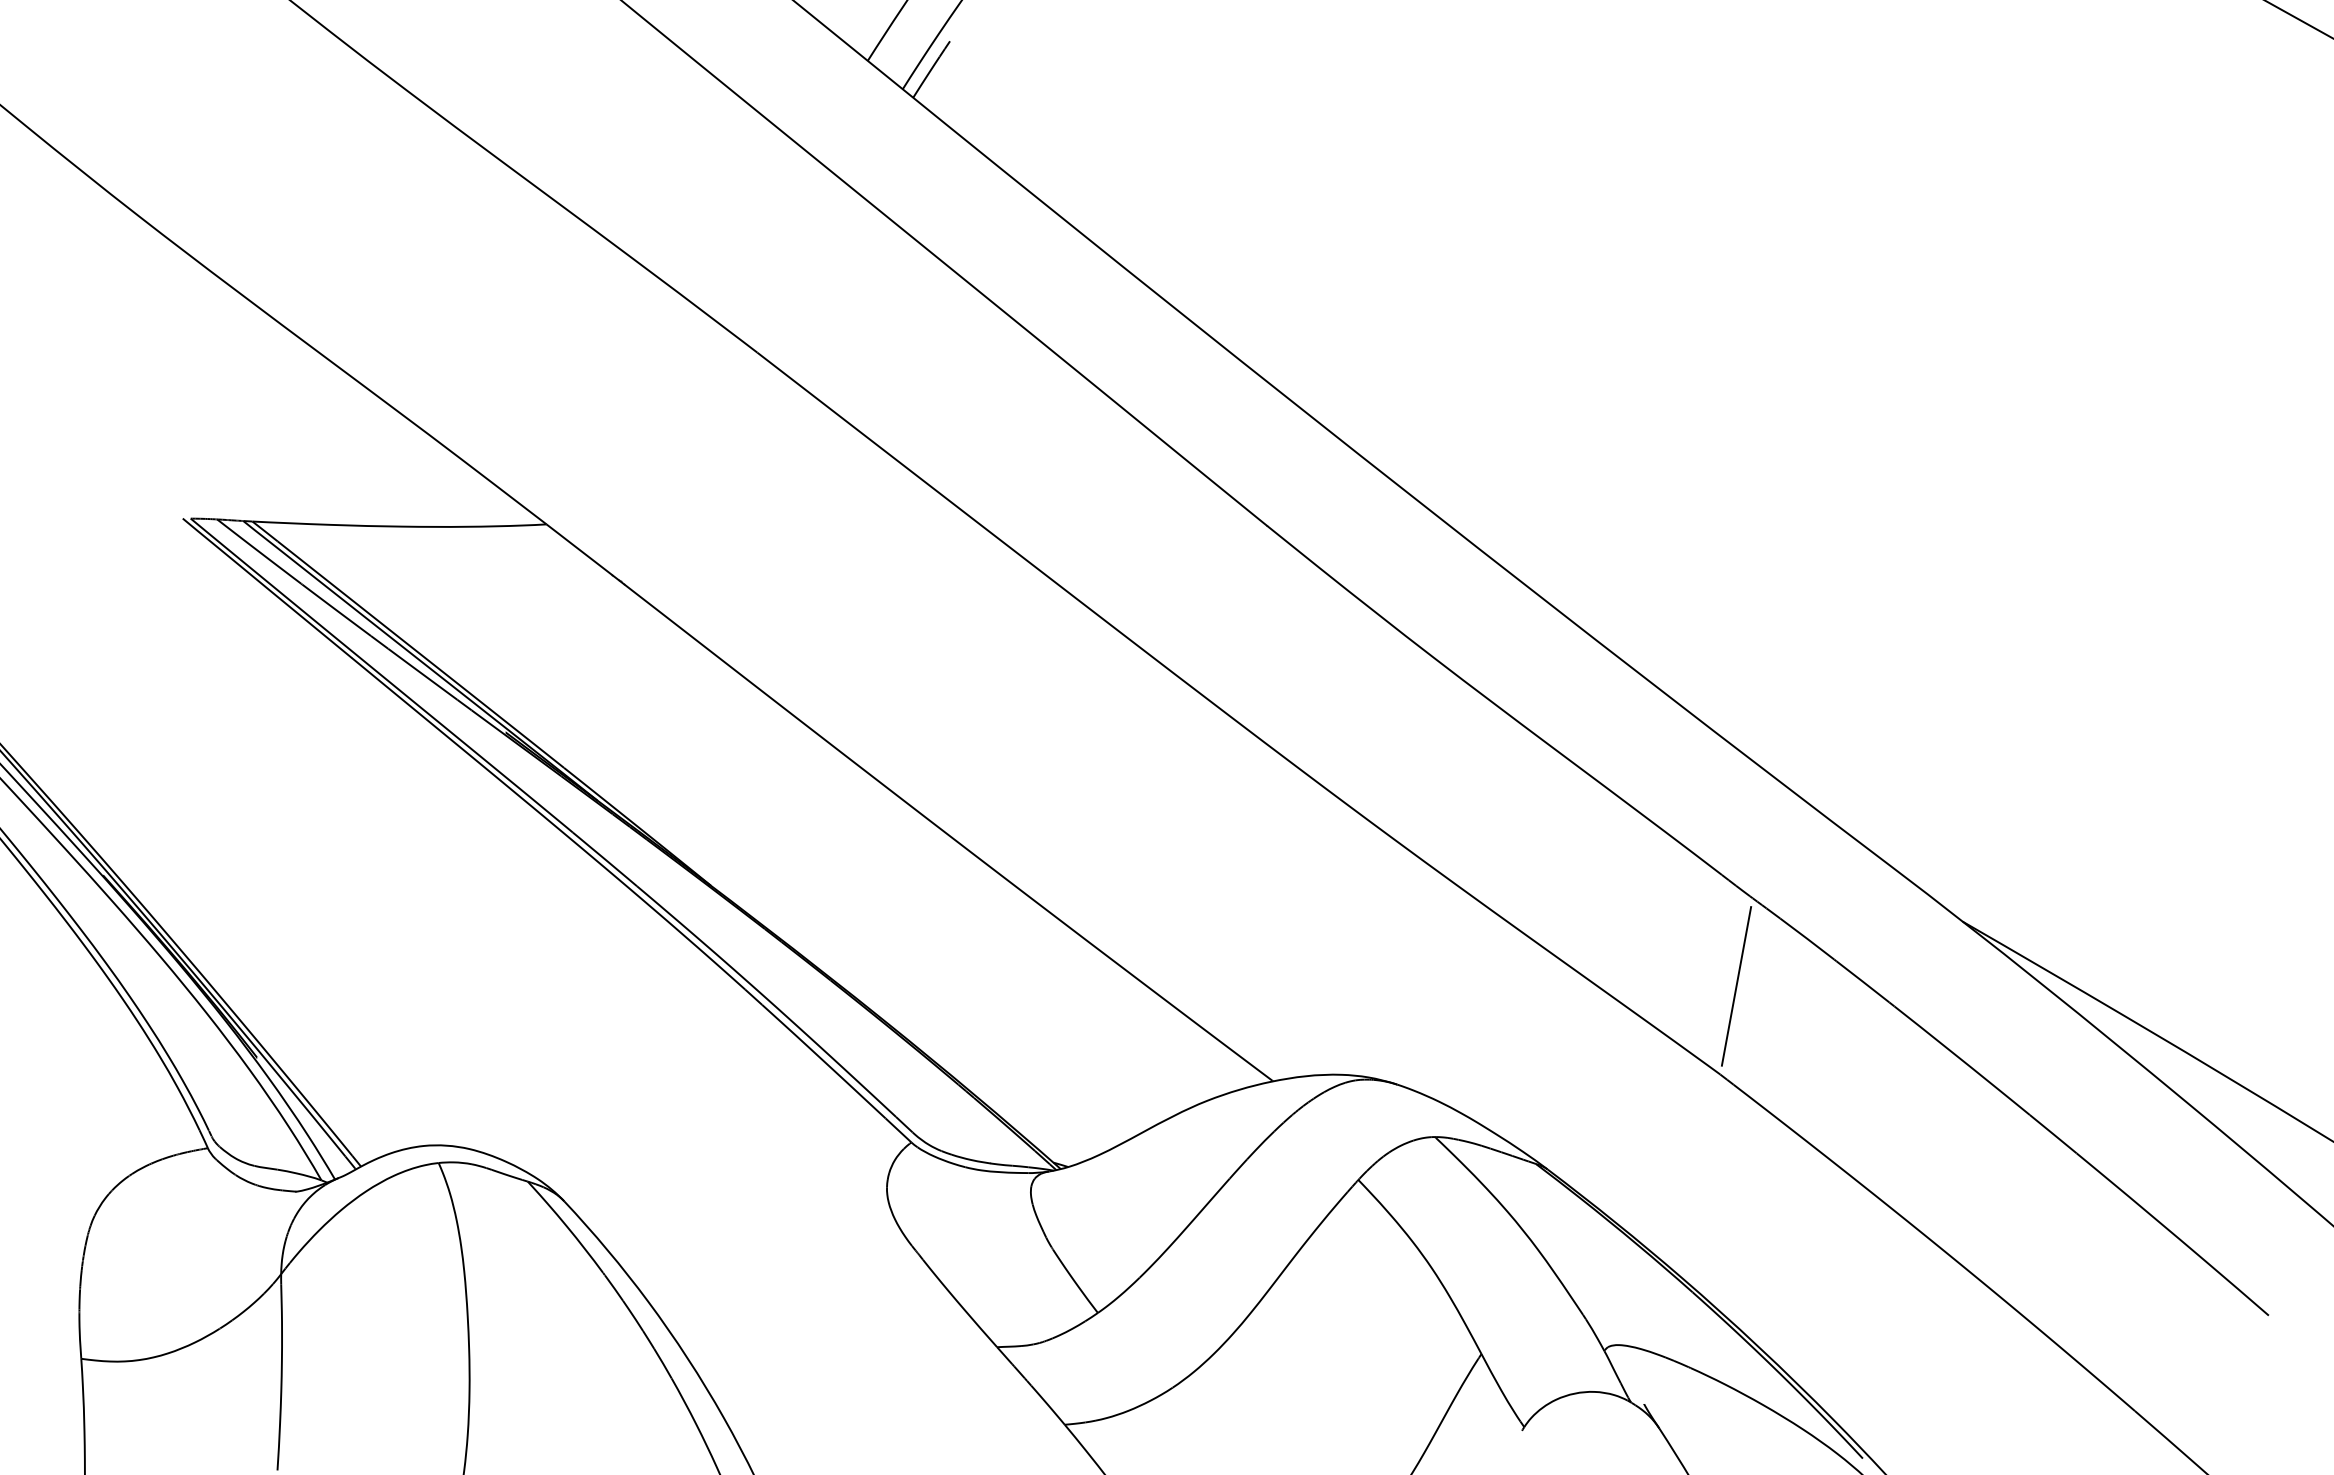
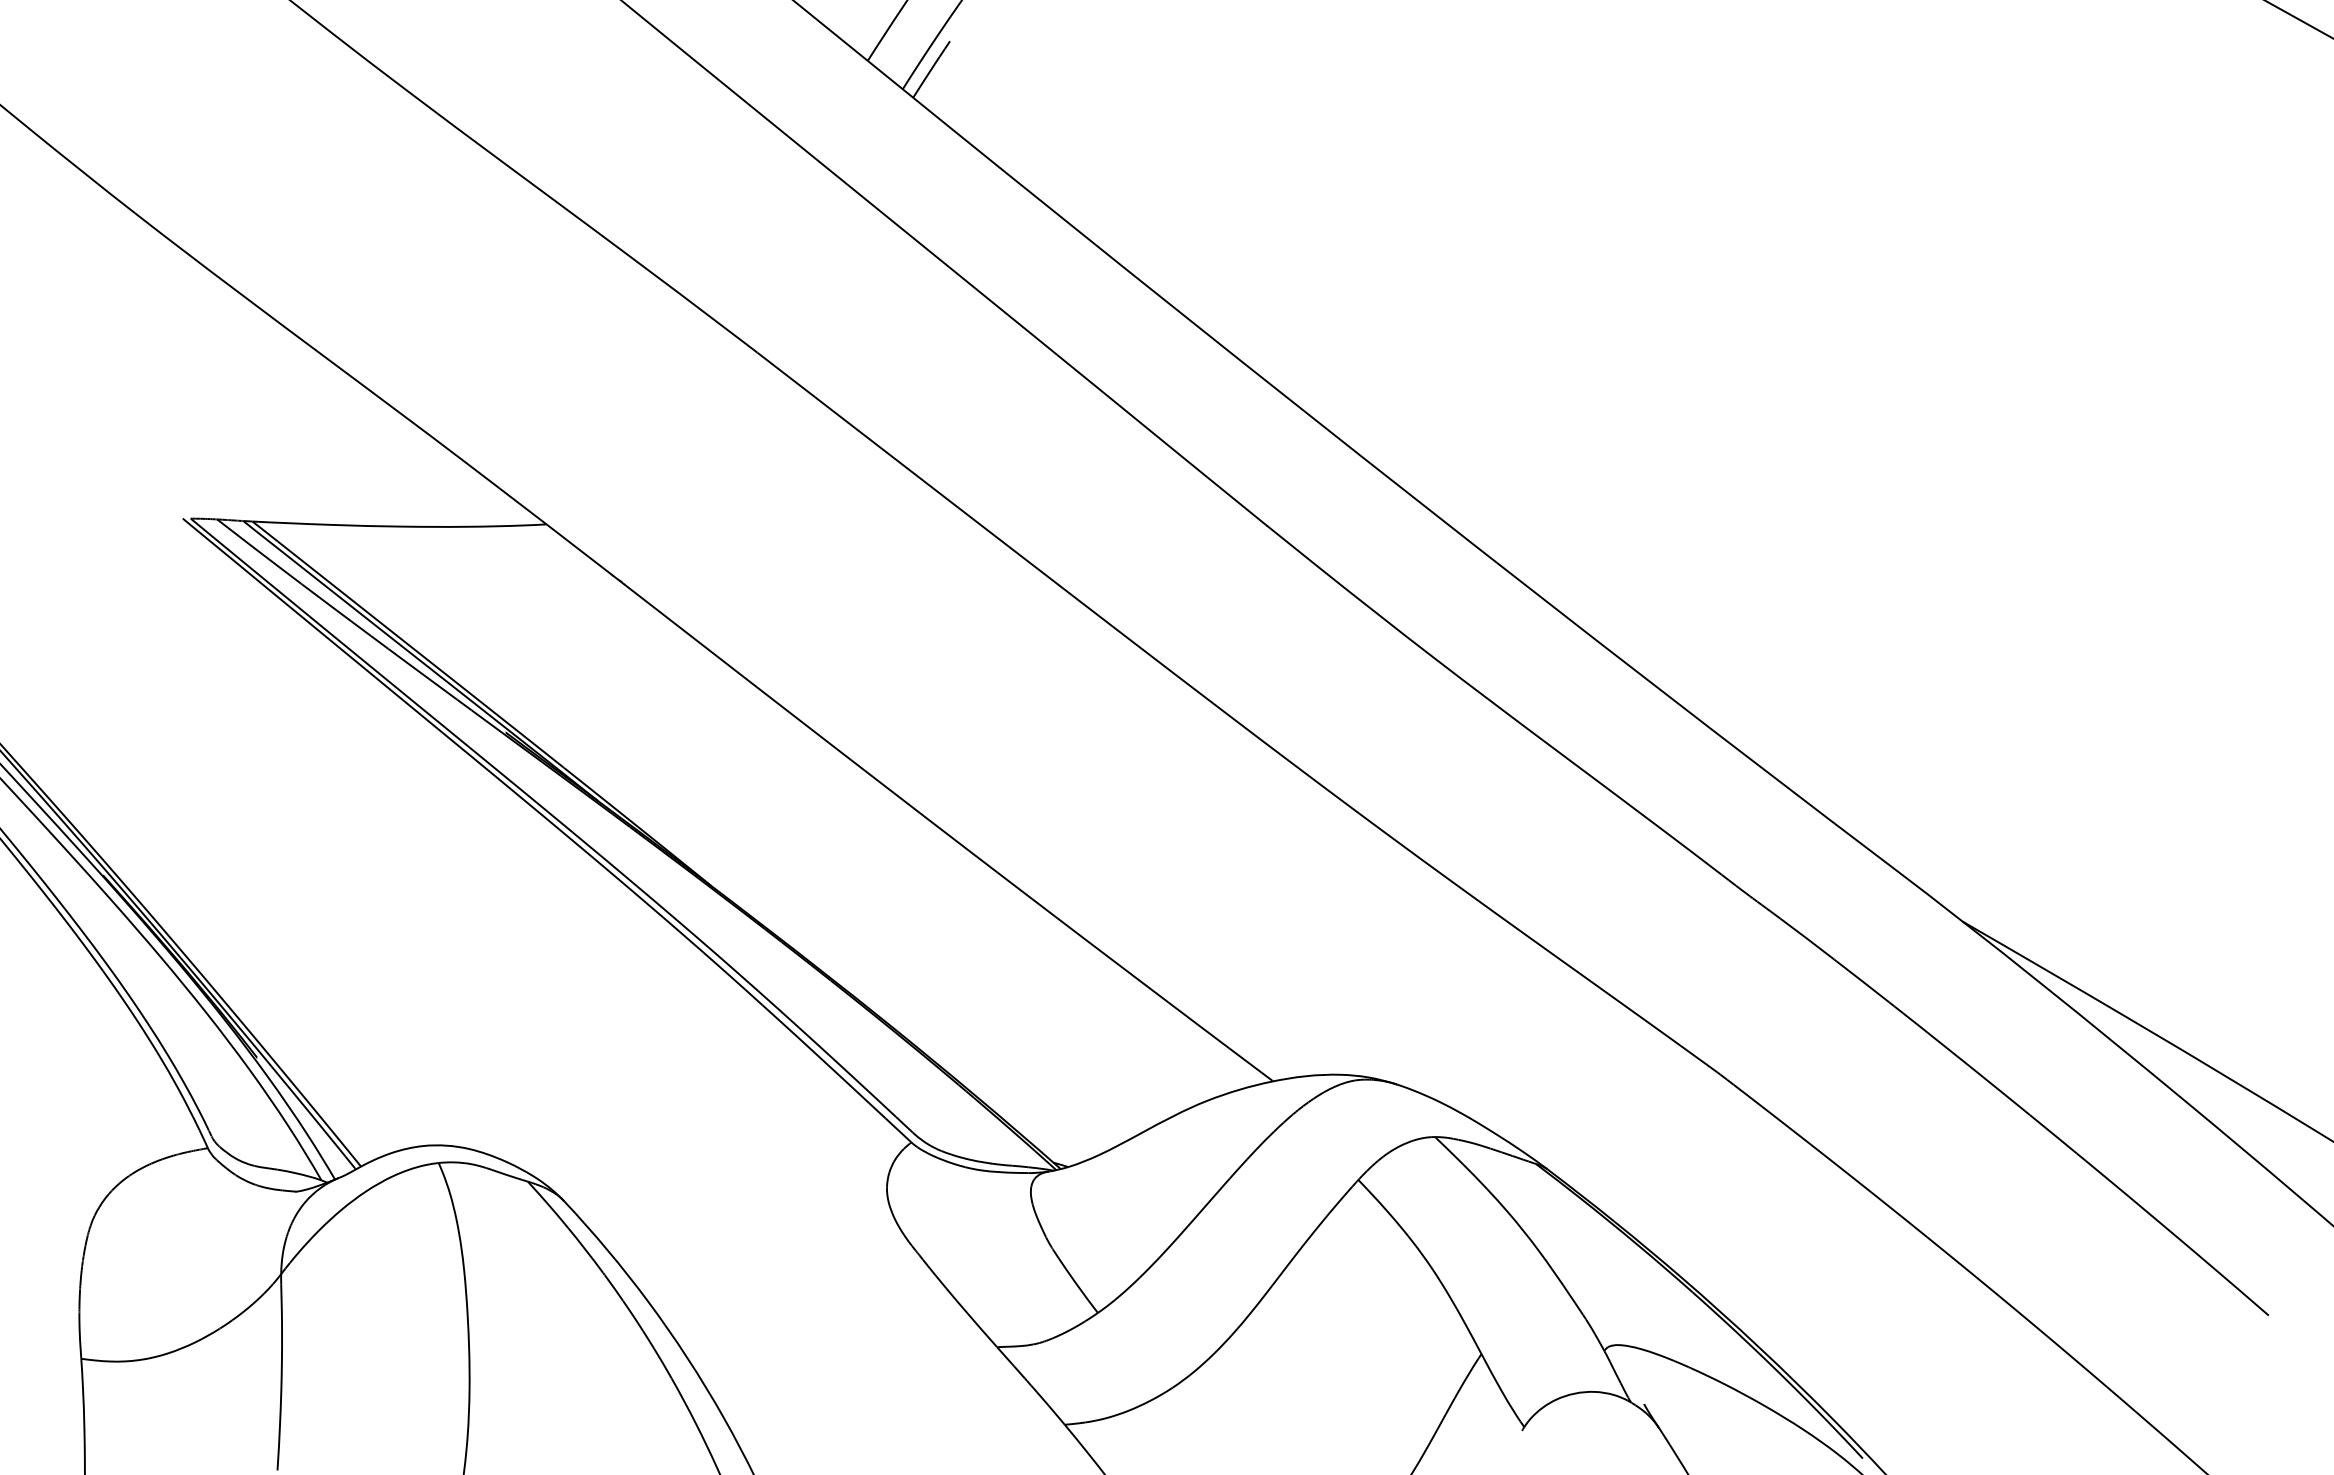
line at (1736, 986): present -> none
